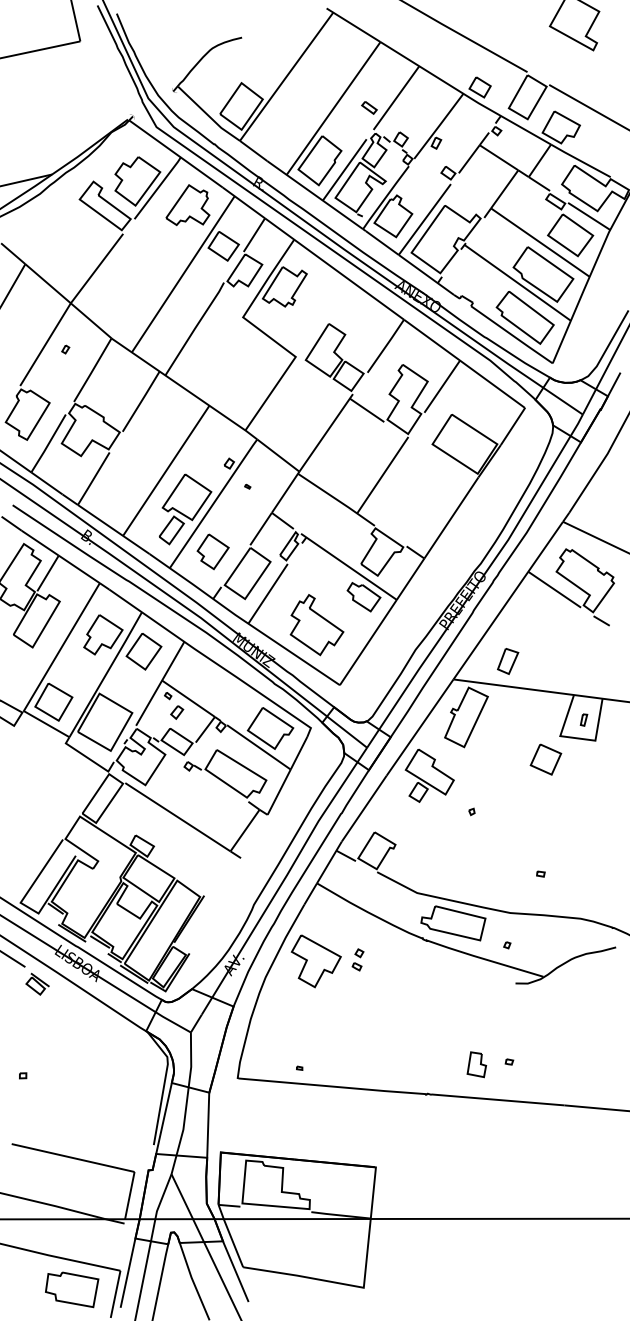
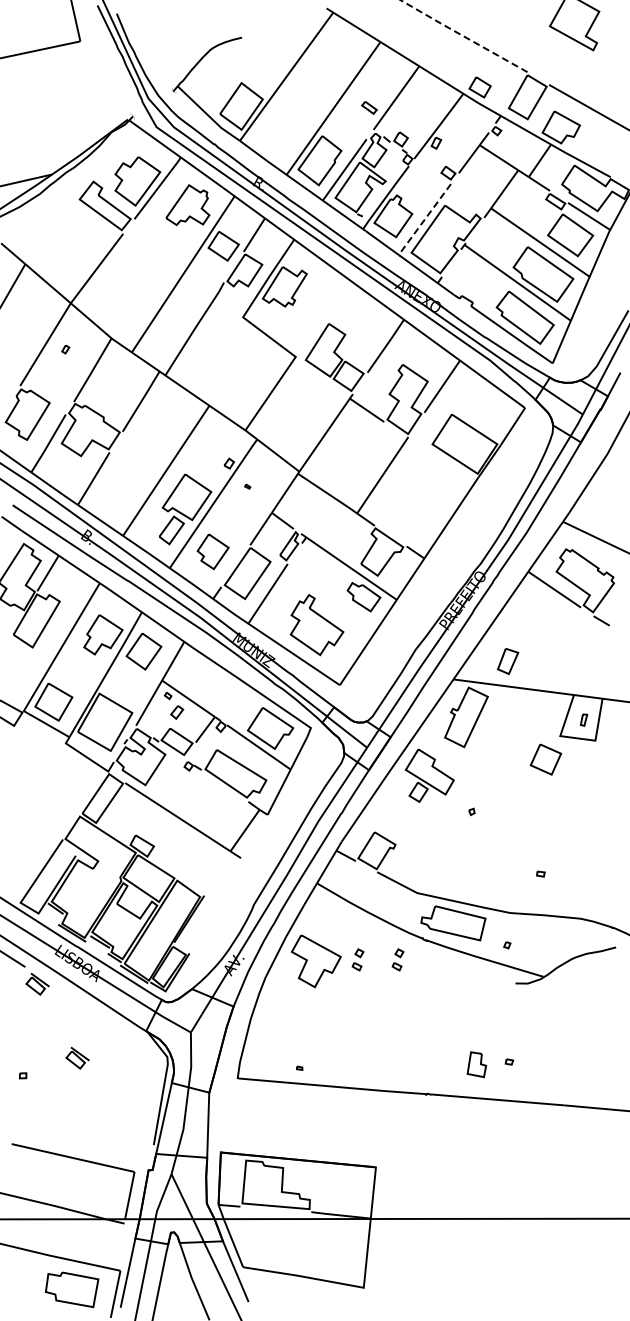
line at (463, 36): solid -> dashed
line at (424, 219): solid -> dashed
part at (397, 959): none -> present
part at (77, 1057): none -> present
